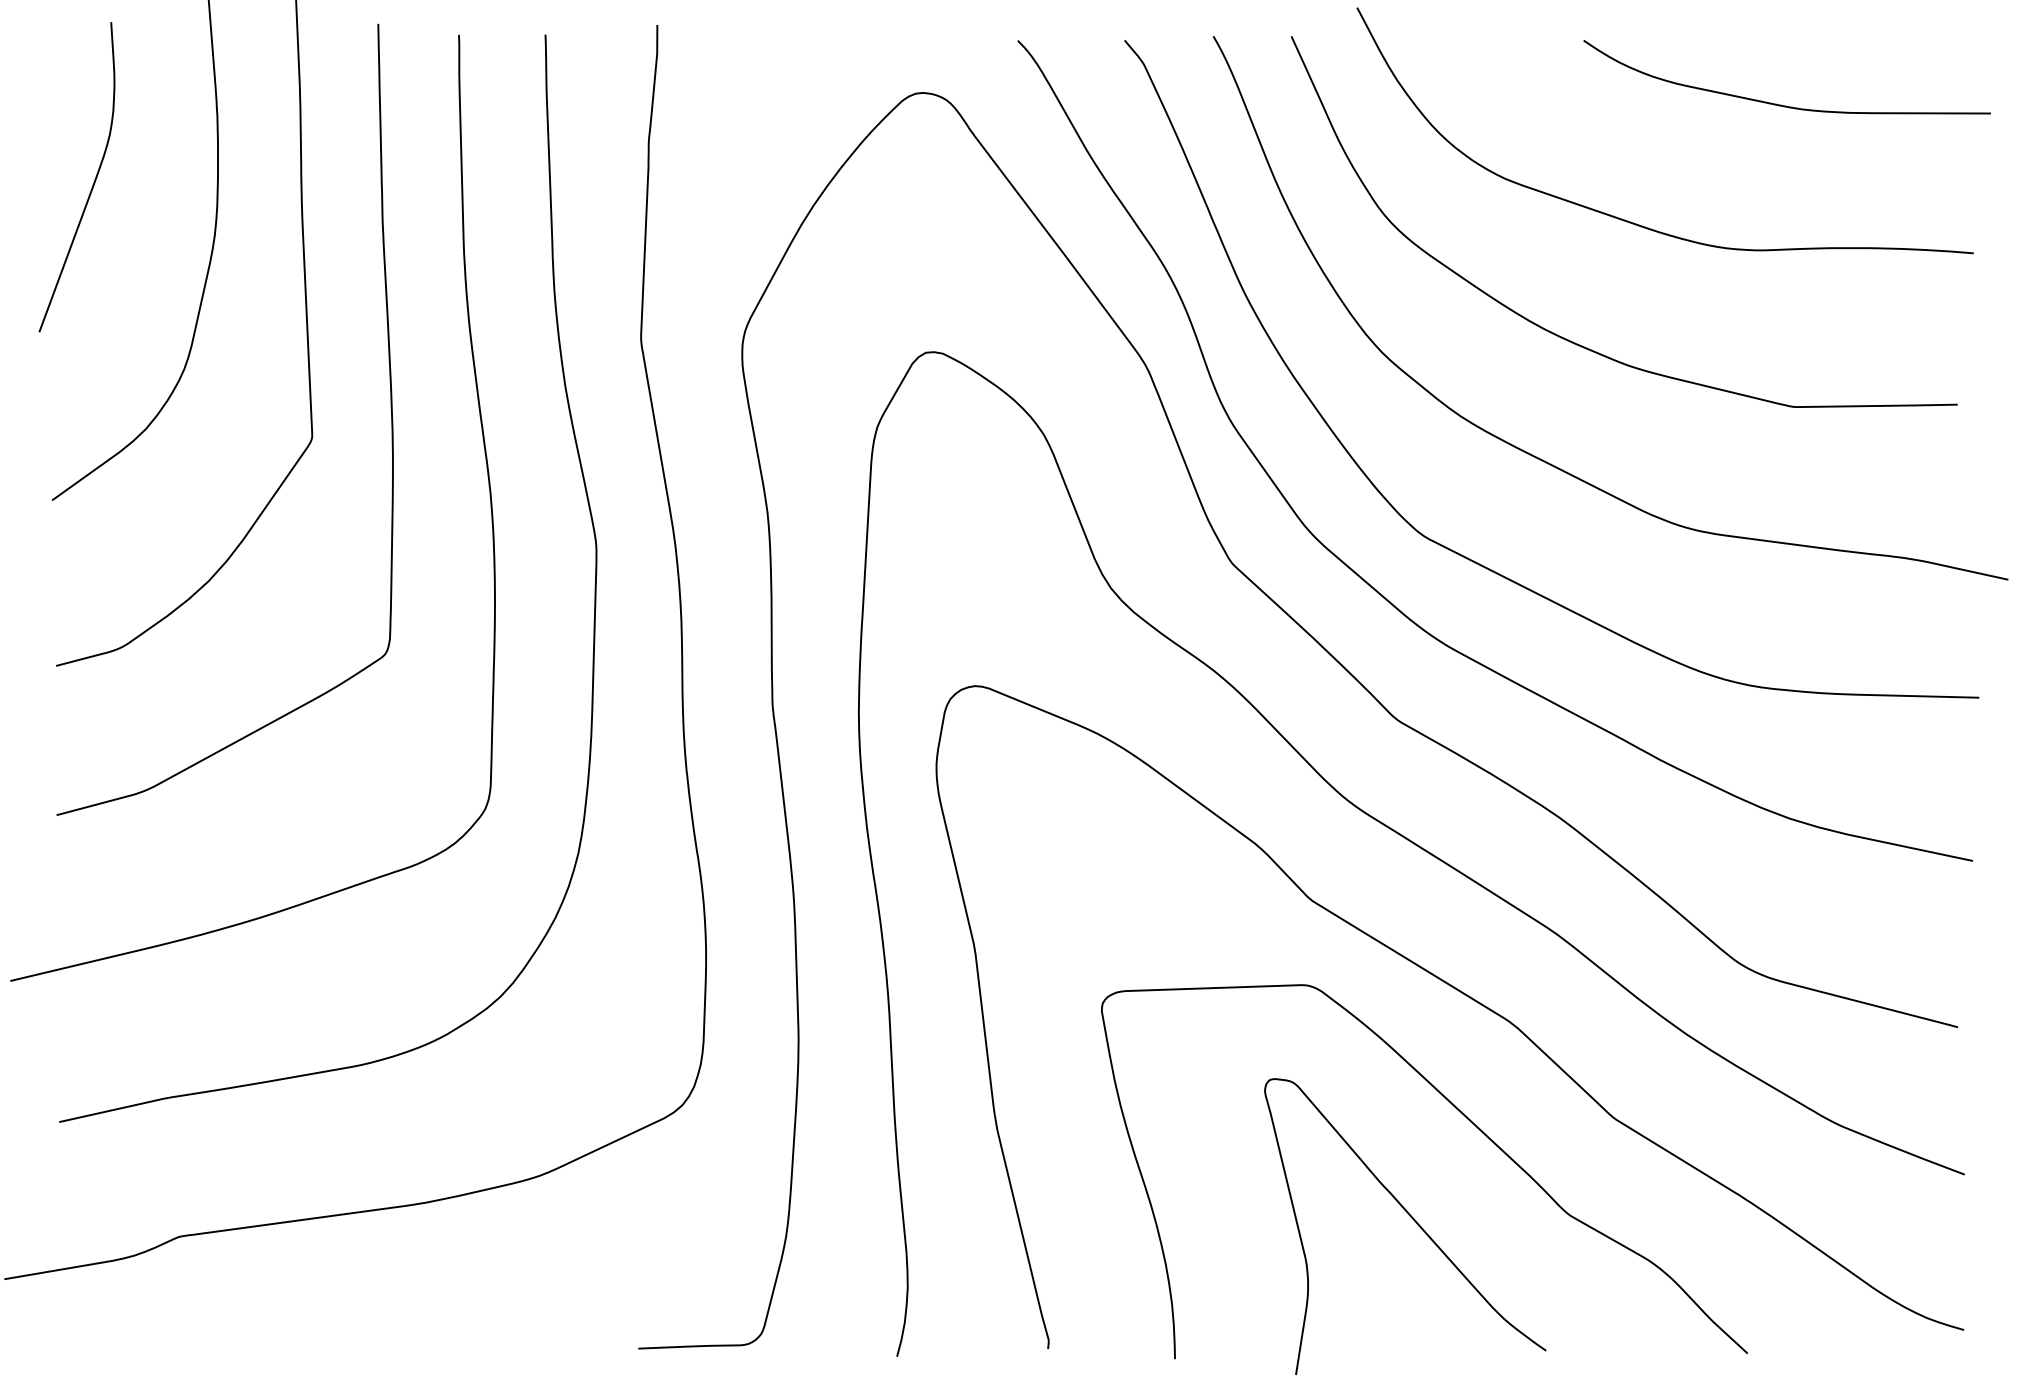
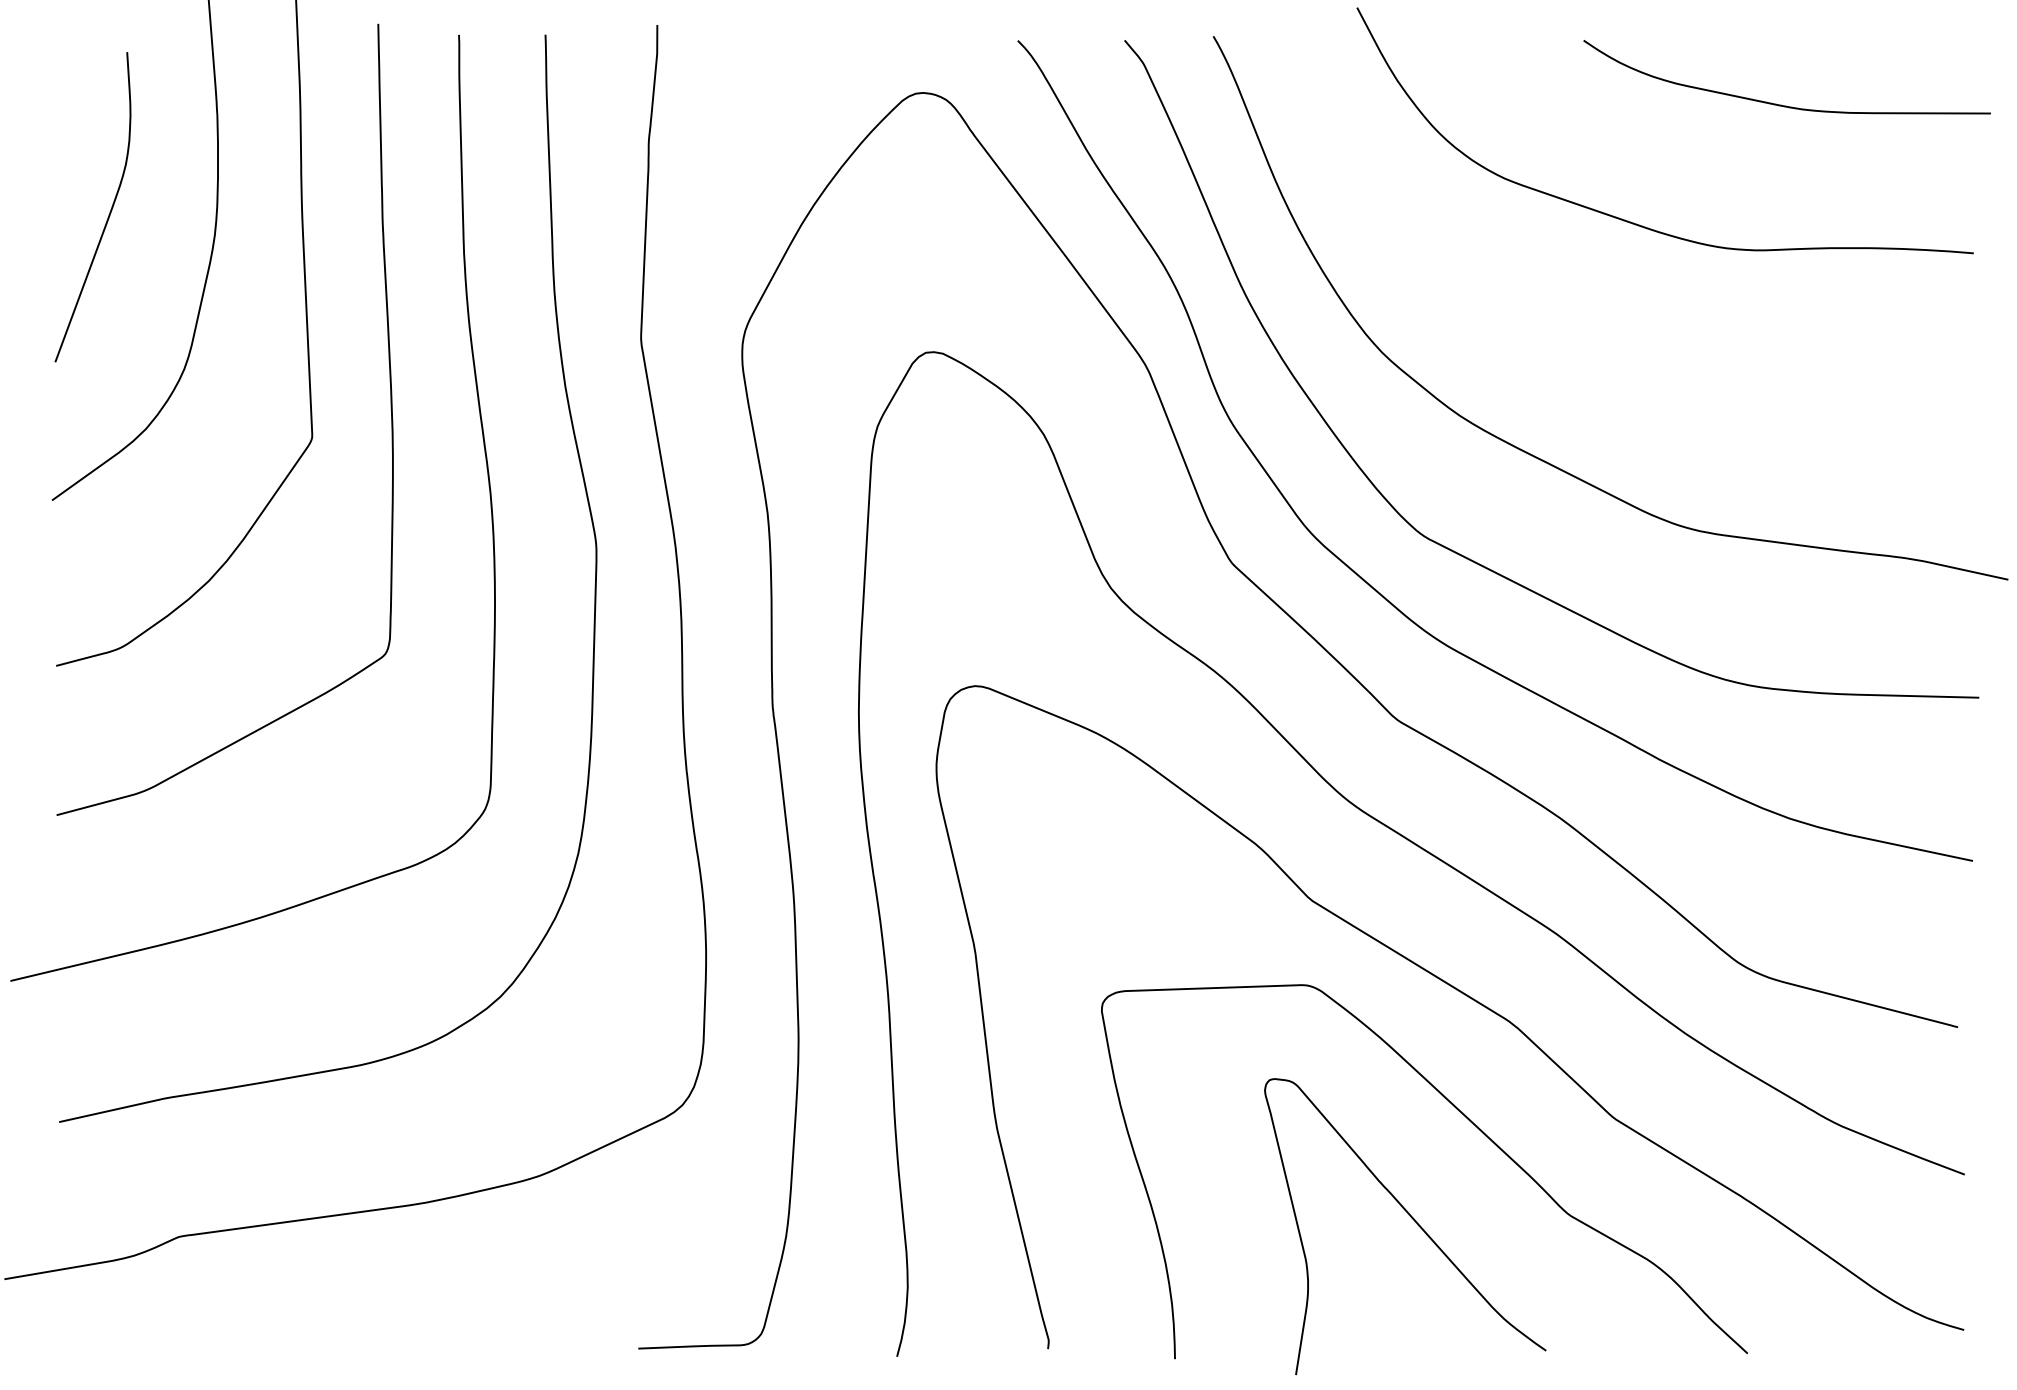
curve at (92, 184) position: (92, 184) -> (108, 214)
curve at (1573, 341): present -> none
